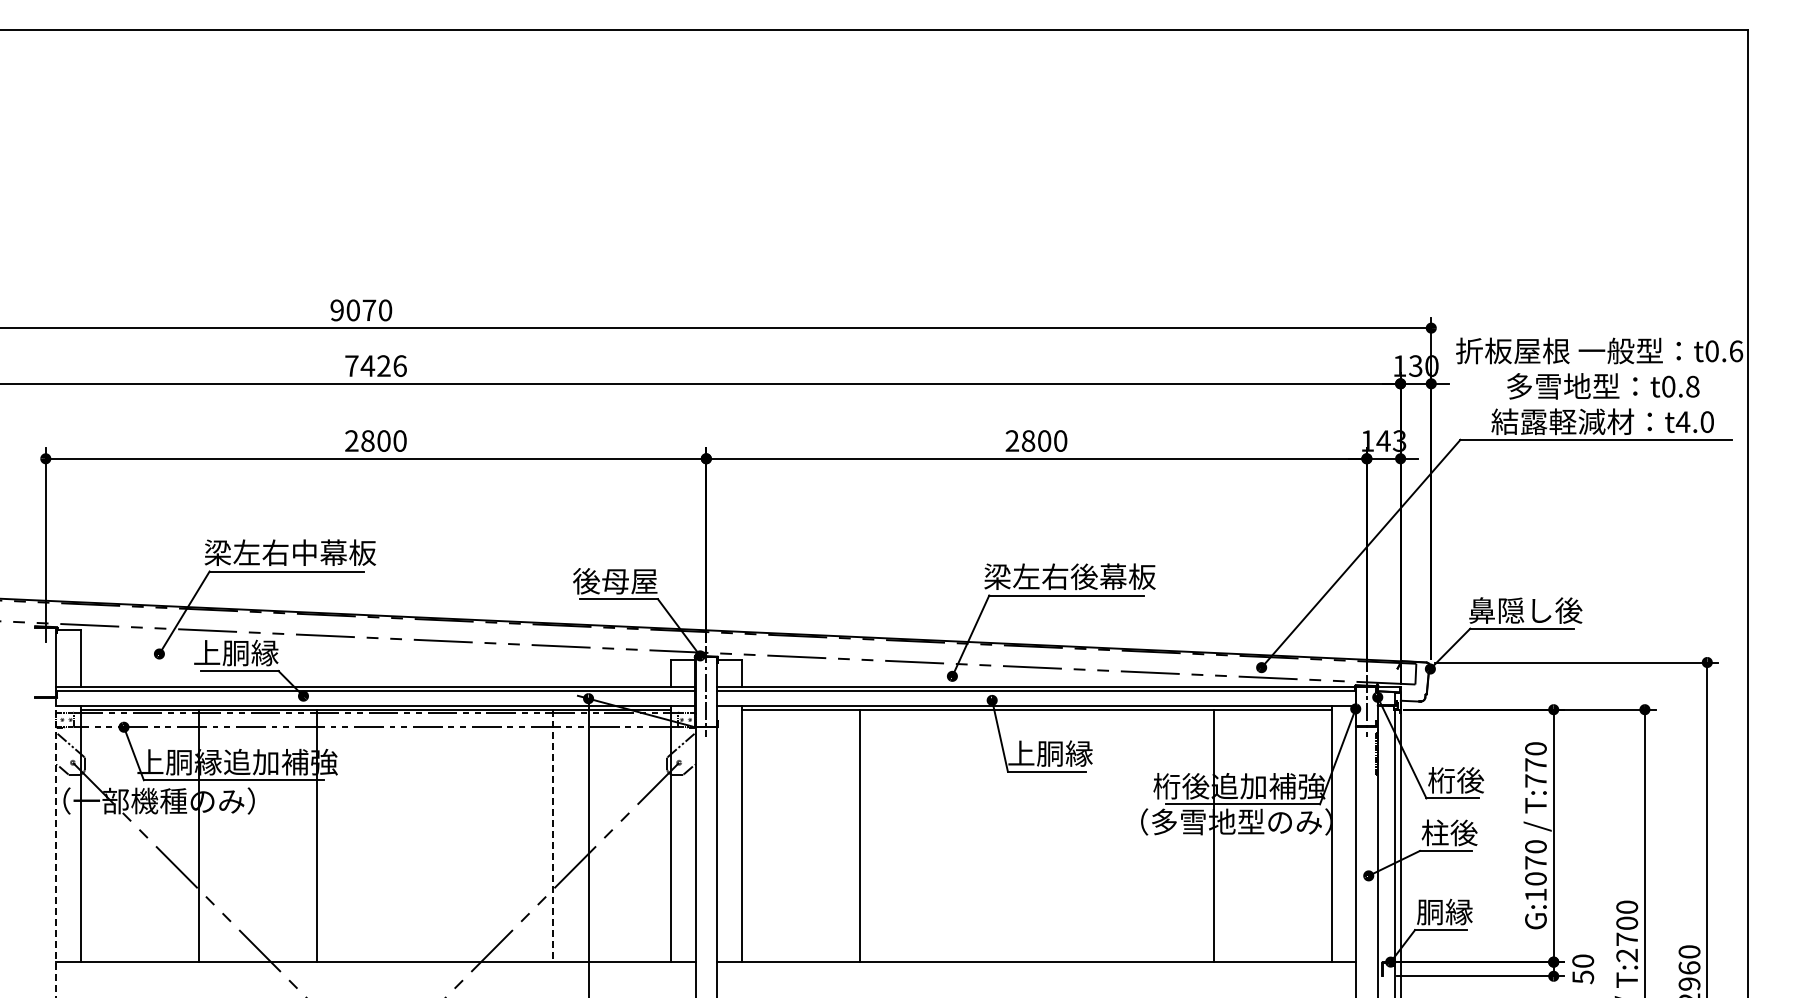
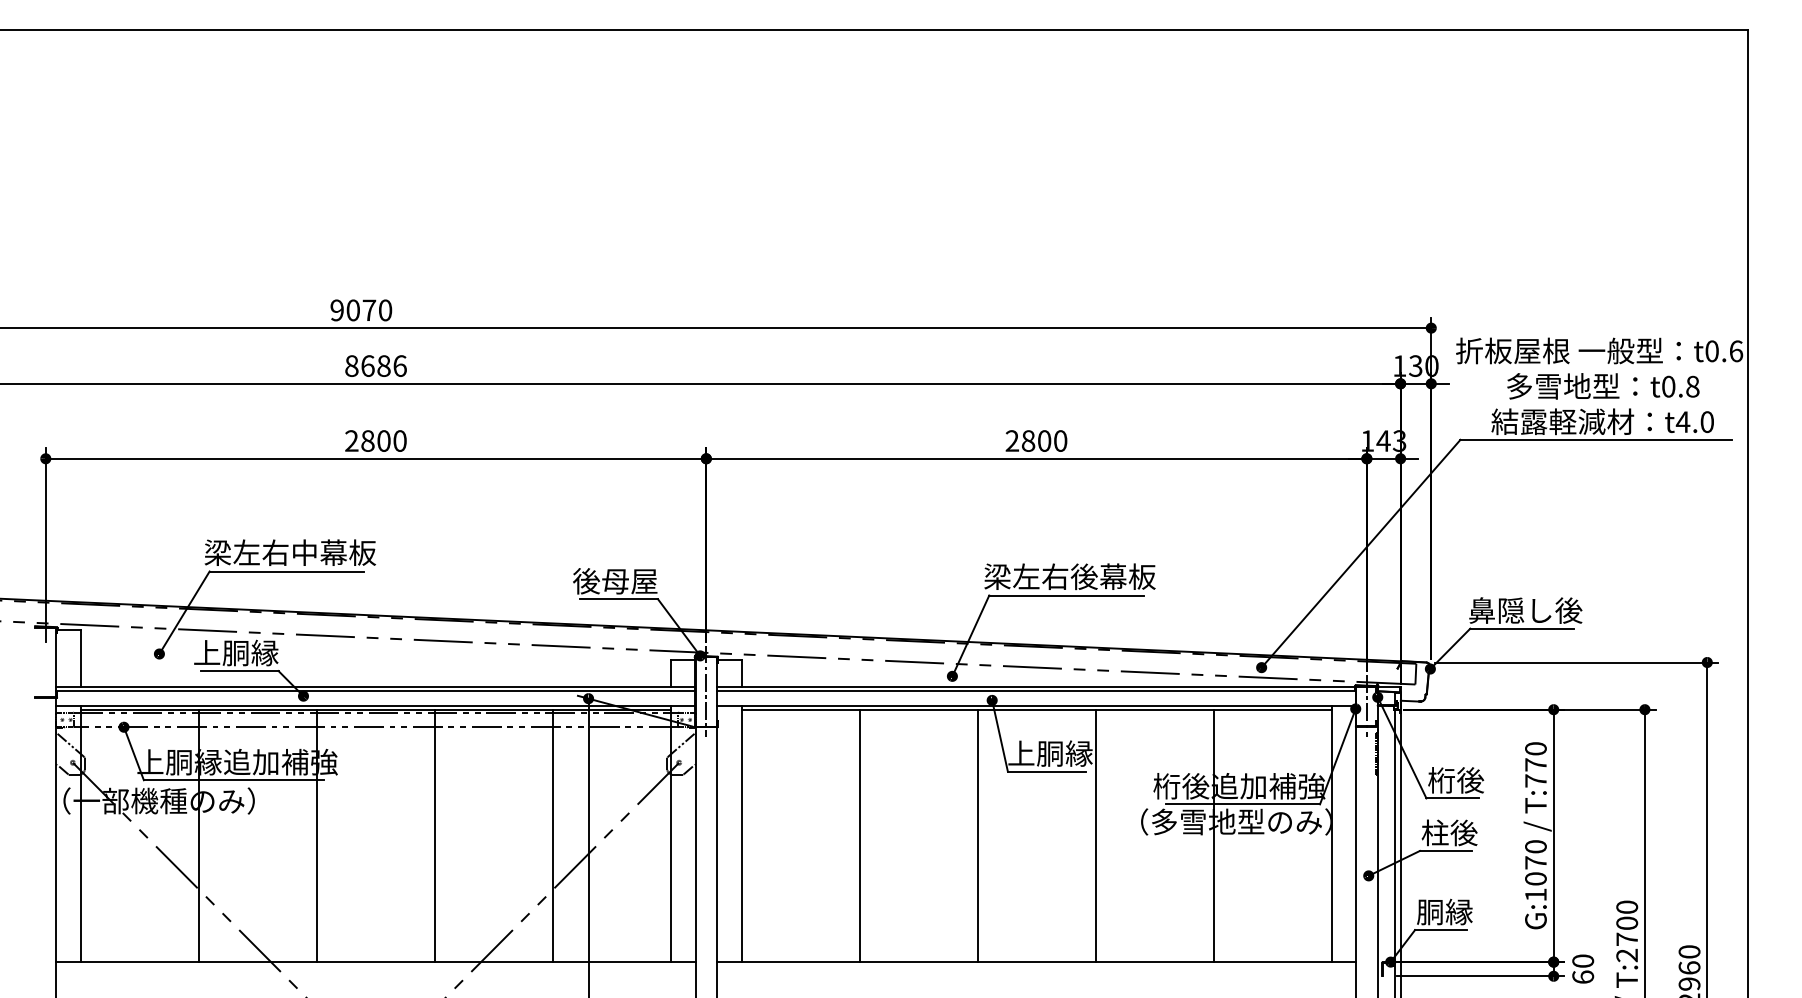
text at (367, 365): 7426 -> 8686
line at (435, 835): none -> present
line at (977, 835): none -> present
line at (1095, 835): none -> present
line at (553, 836): dashed -> solid
line at (56, 847): dashed -> solid
text at (1583, 977): 50 -> 60
